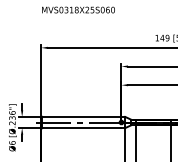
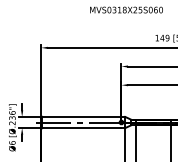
text at (78, 9) position: (78, 9) -> (126, 9)
